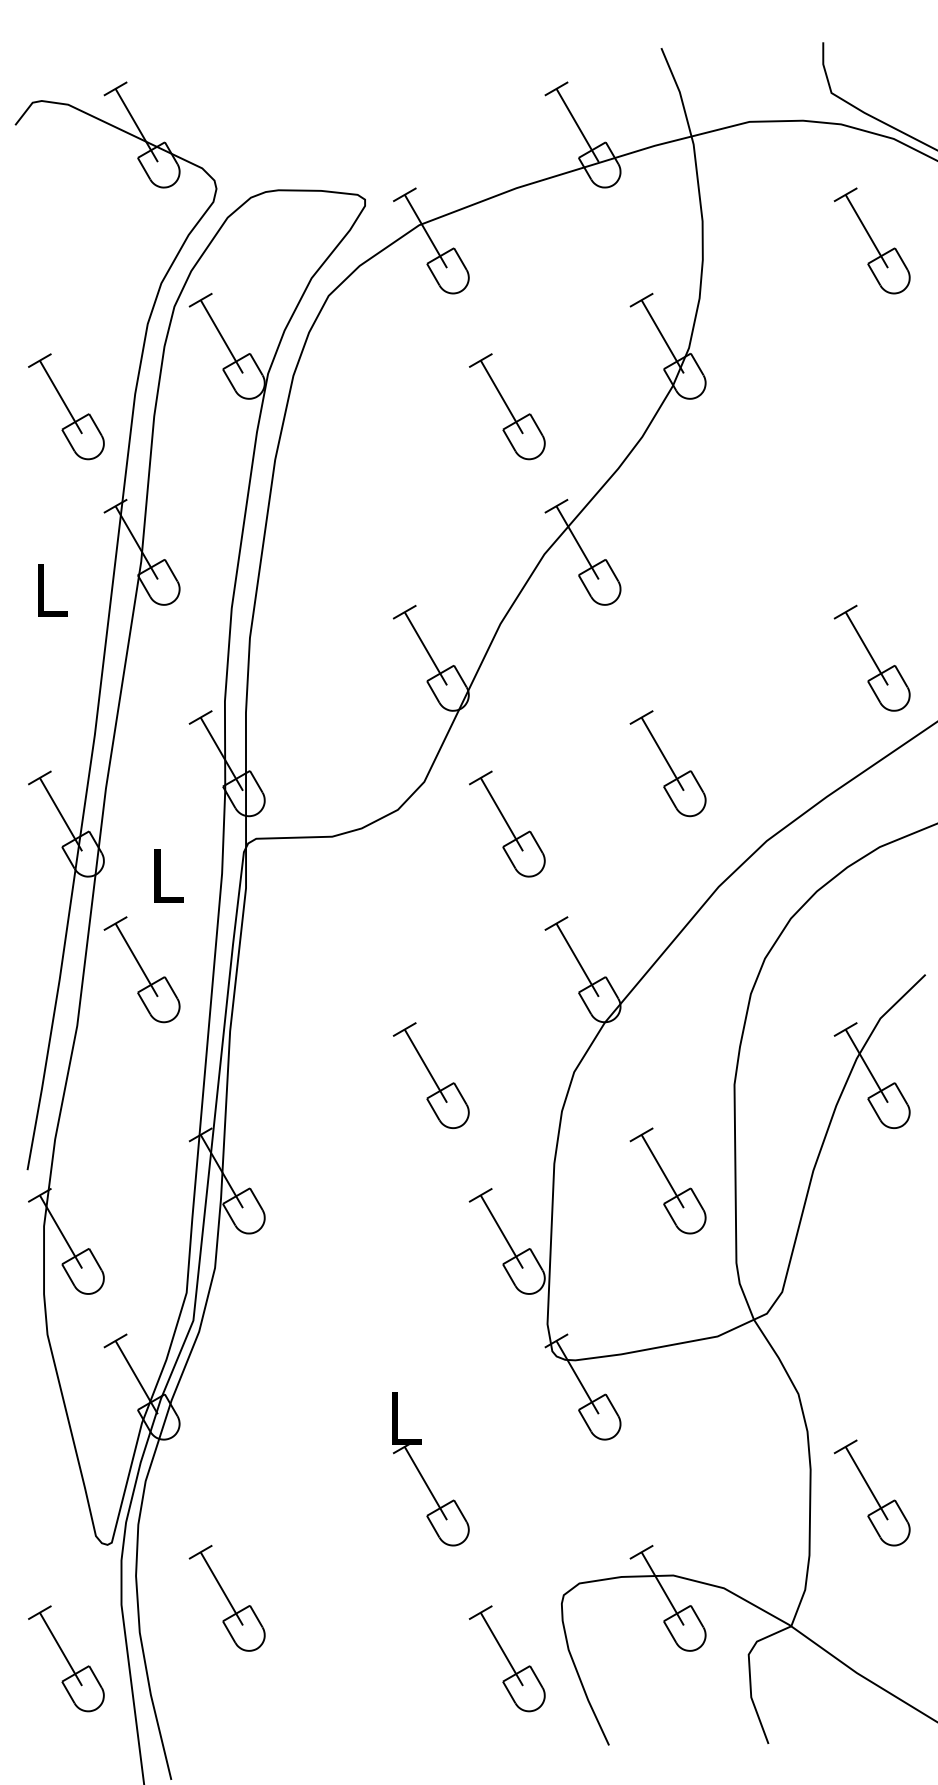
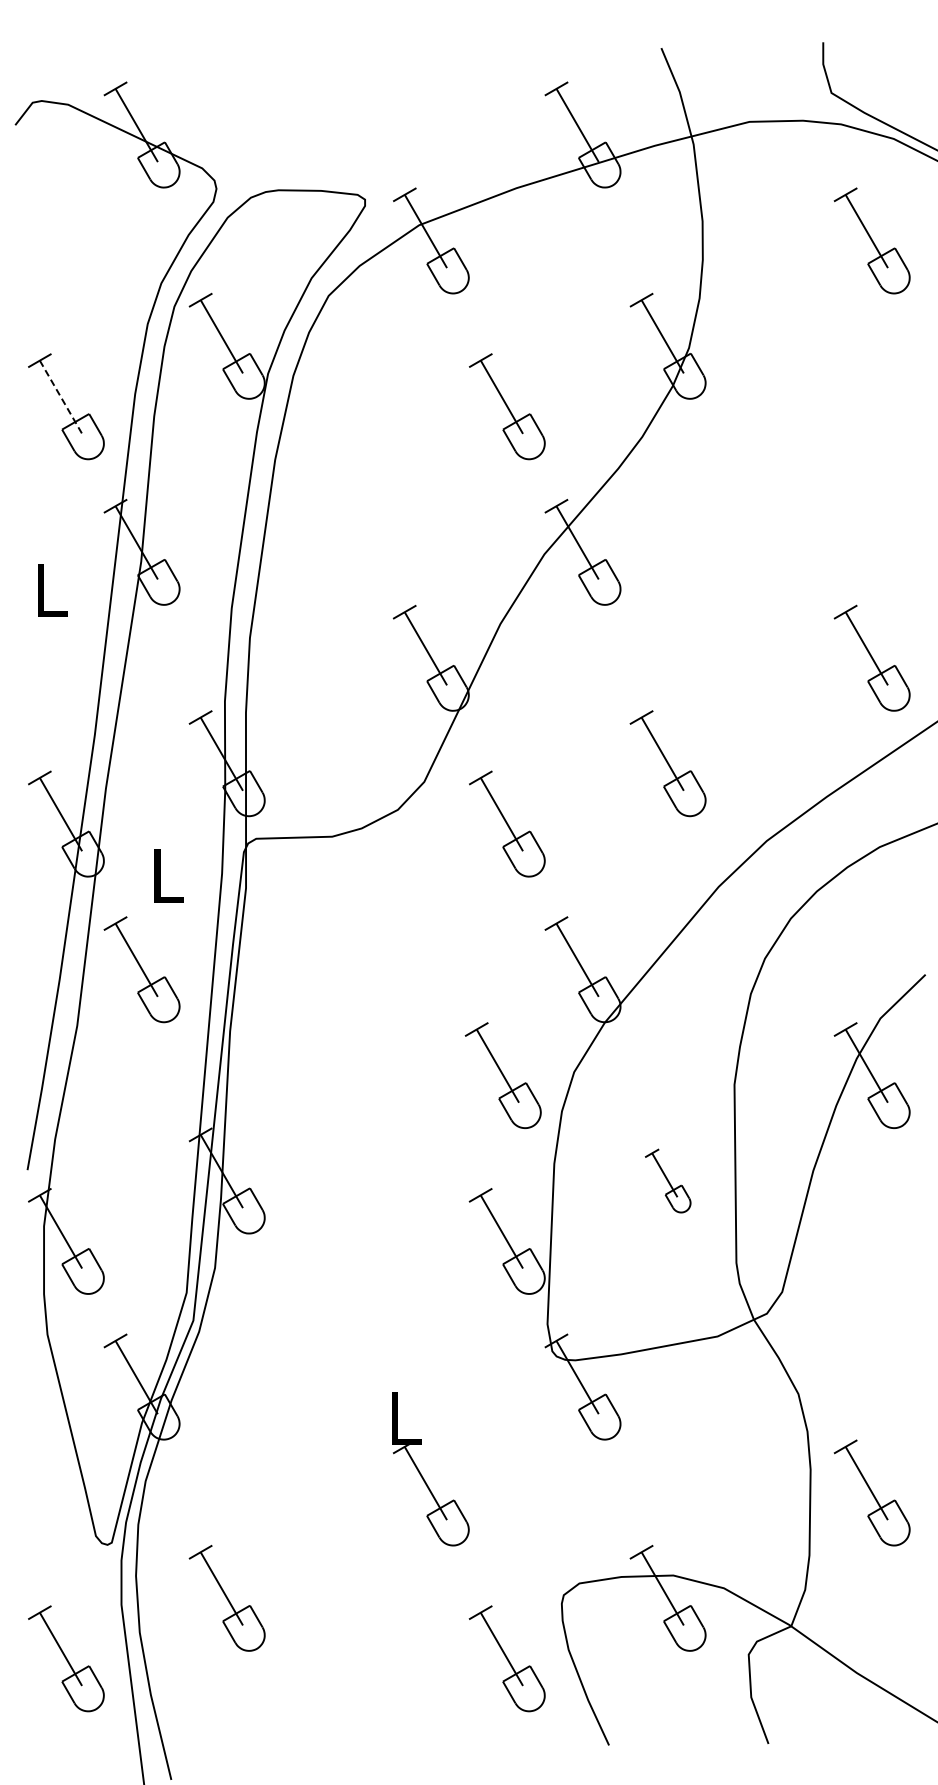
line at (61, 397): solid -> dashed
part at (430, 1075) position: (430, 1075) -> (502, 1075)
part at (667, 1180) size: 78x108 px -> 47x66 px
